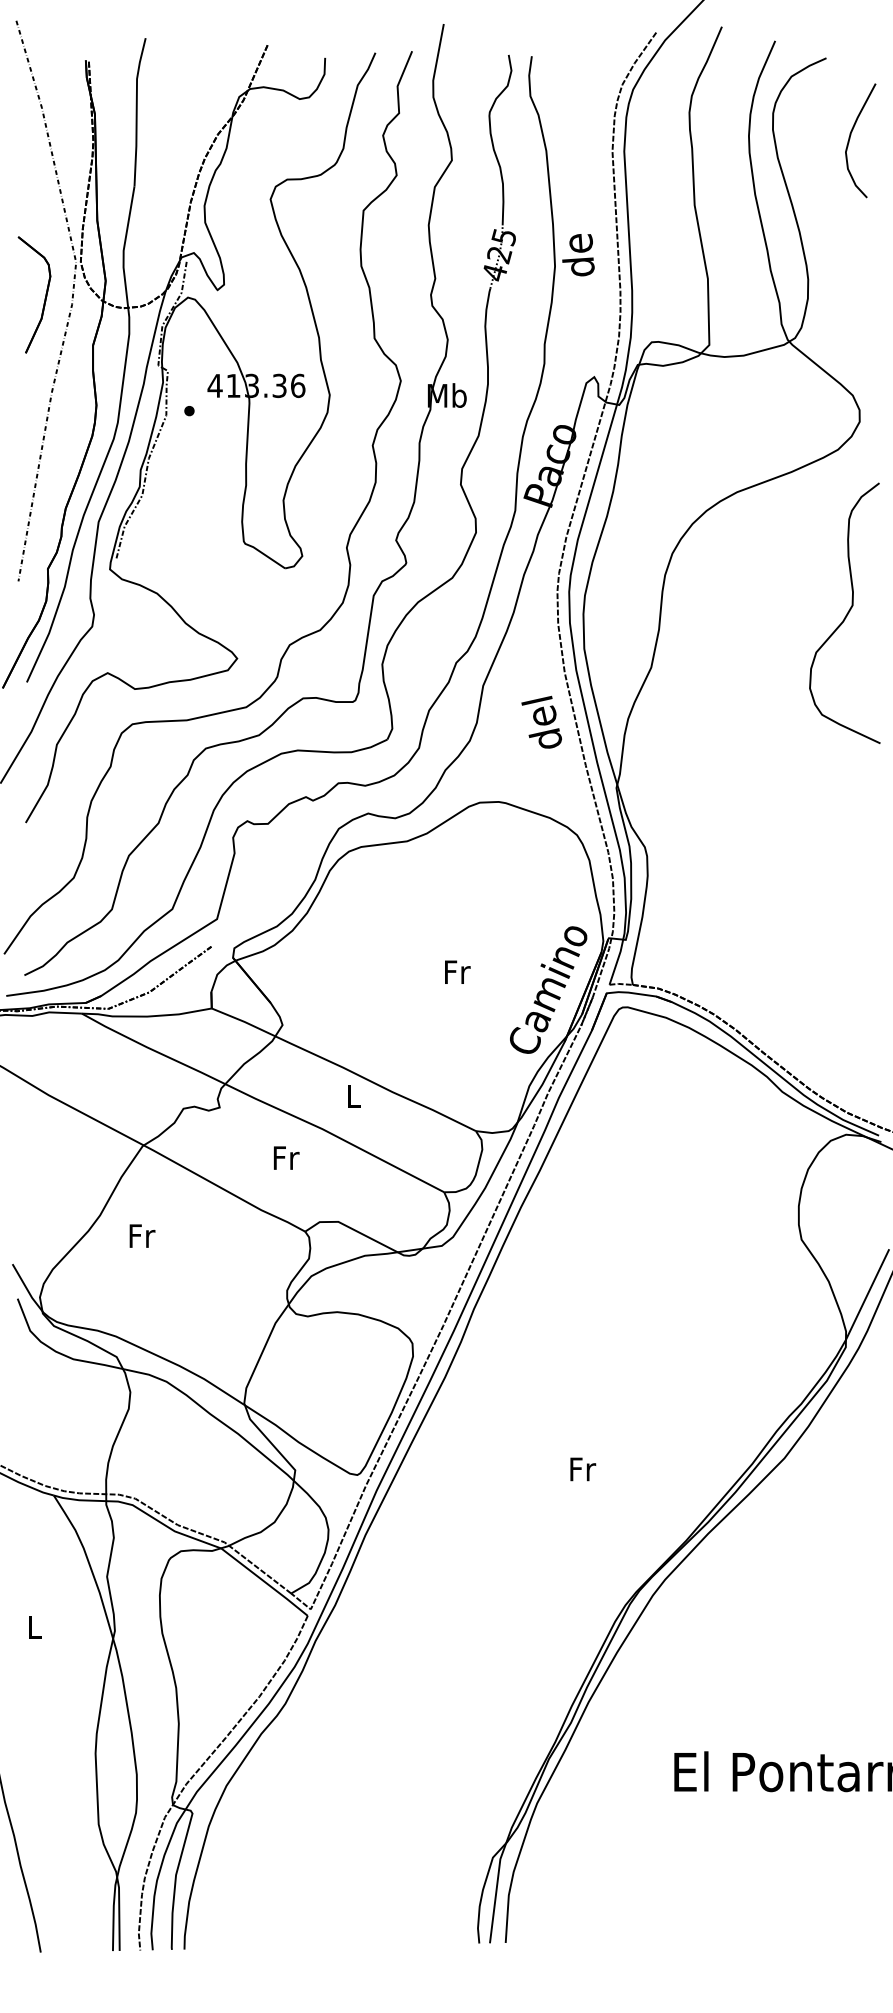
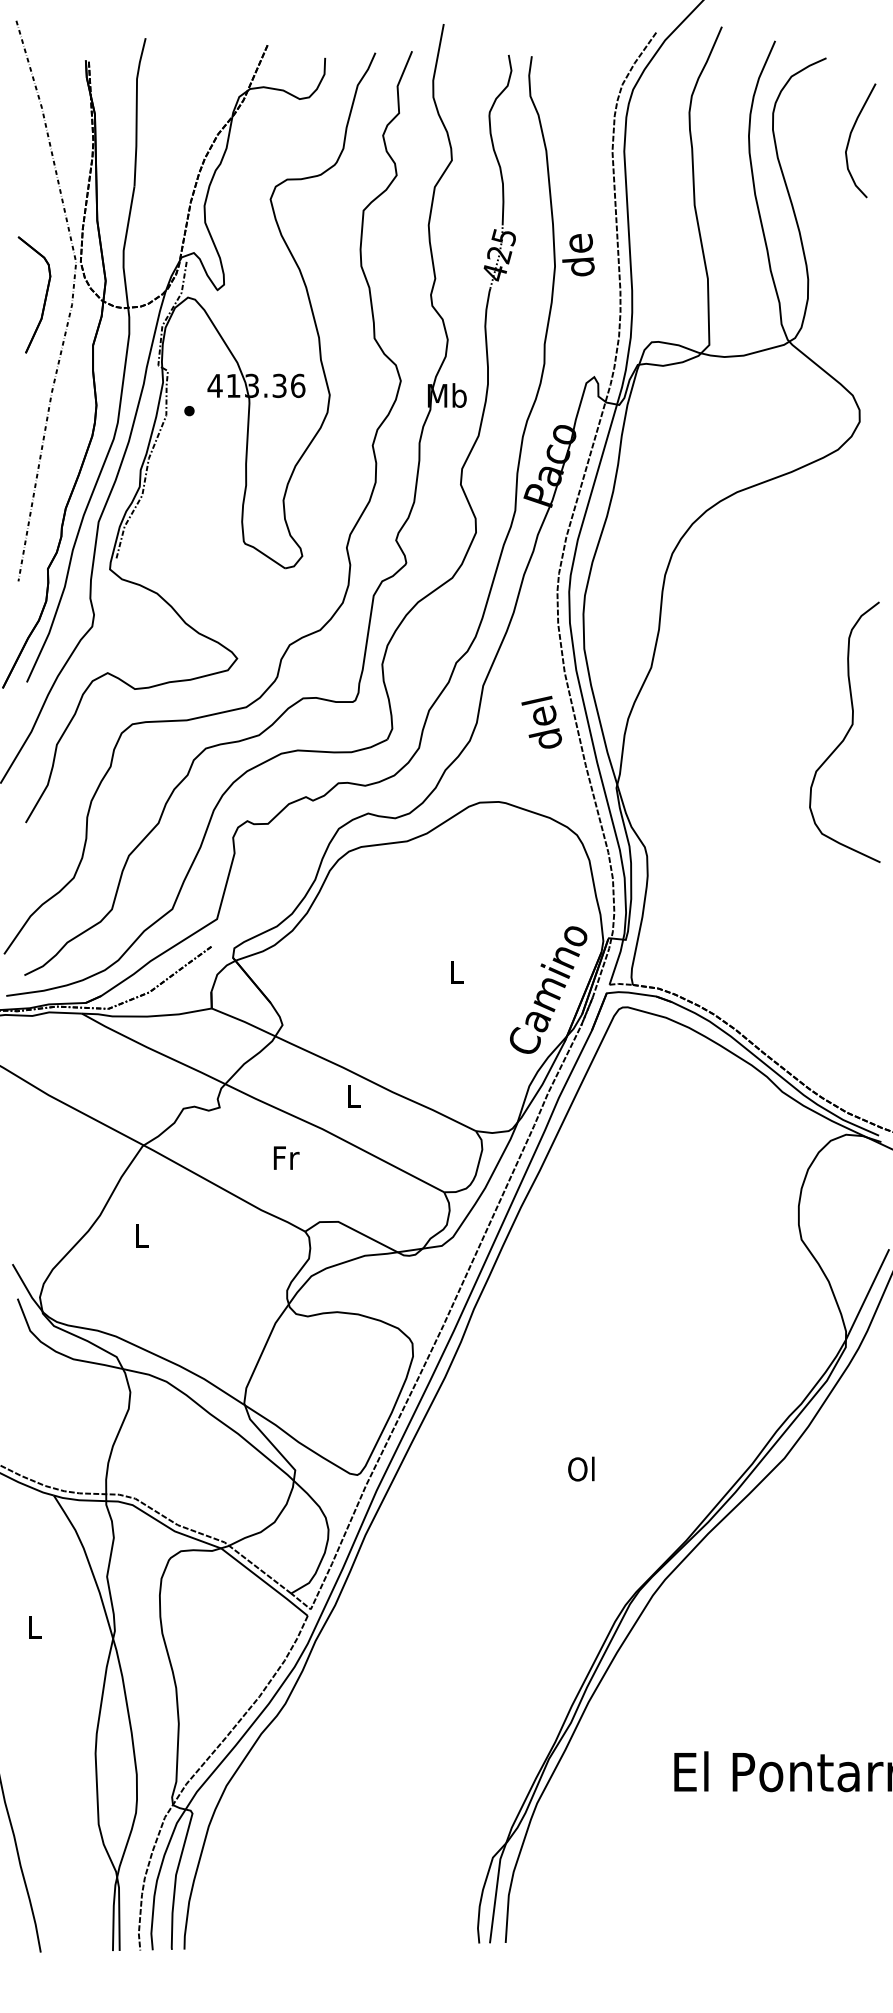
curve at (846, 613) position: (846, 613) -> (846, 732)
text at (457, 971): Fr -> L
text at (142, 1235): Fr -> L
text at (582, 1468): Fr -> Ol
